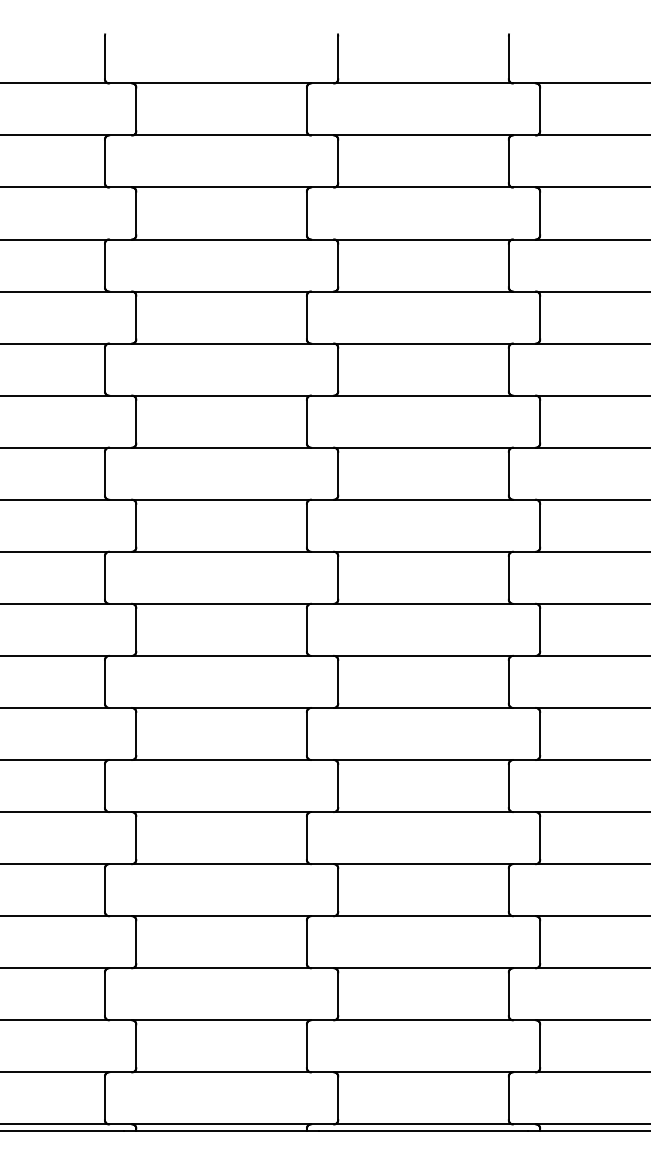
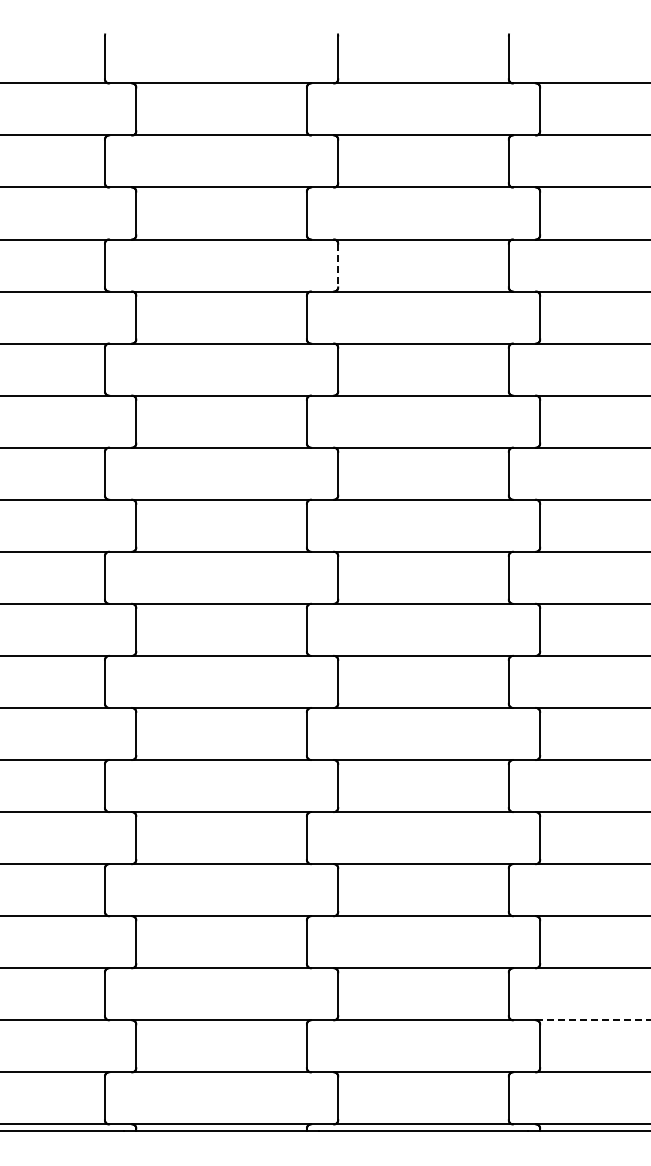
line at (338, 265): solid -> dashed
line at (593, 1020): solid -> dashed
